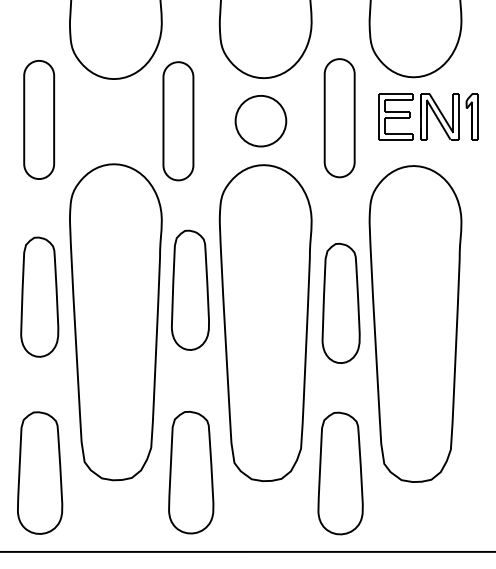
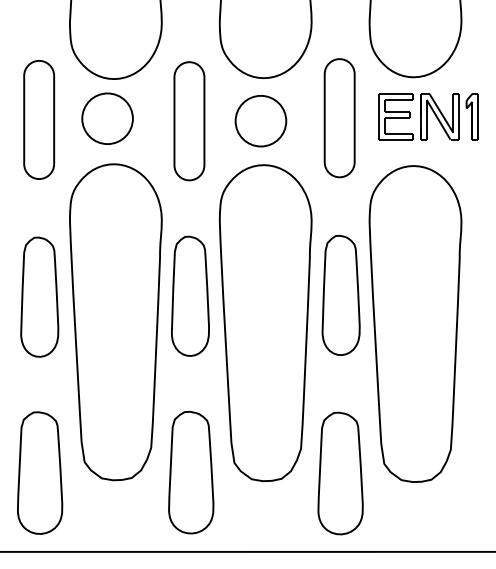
part at (107, 118): none -> present
part at (178, 121) position: (178, 121) -> (189, 121)
part at (190, 289) position: (190, 289) -> (190, 295)
part at (340, 302) position: (340, 302) -> (340, 294)
